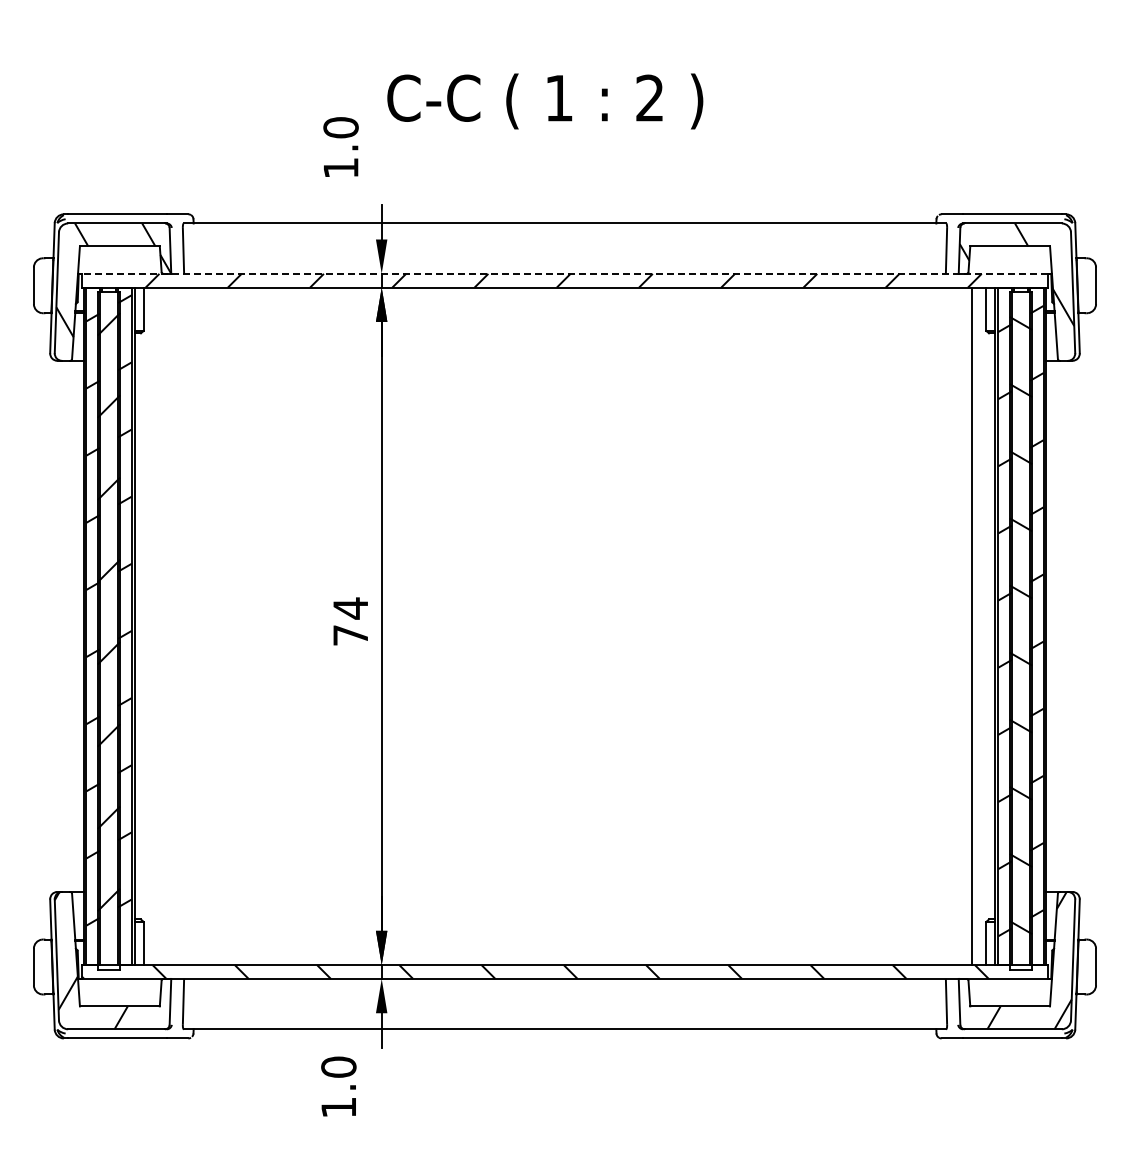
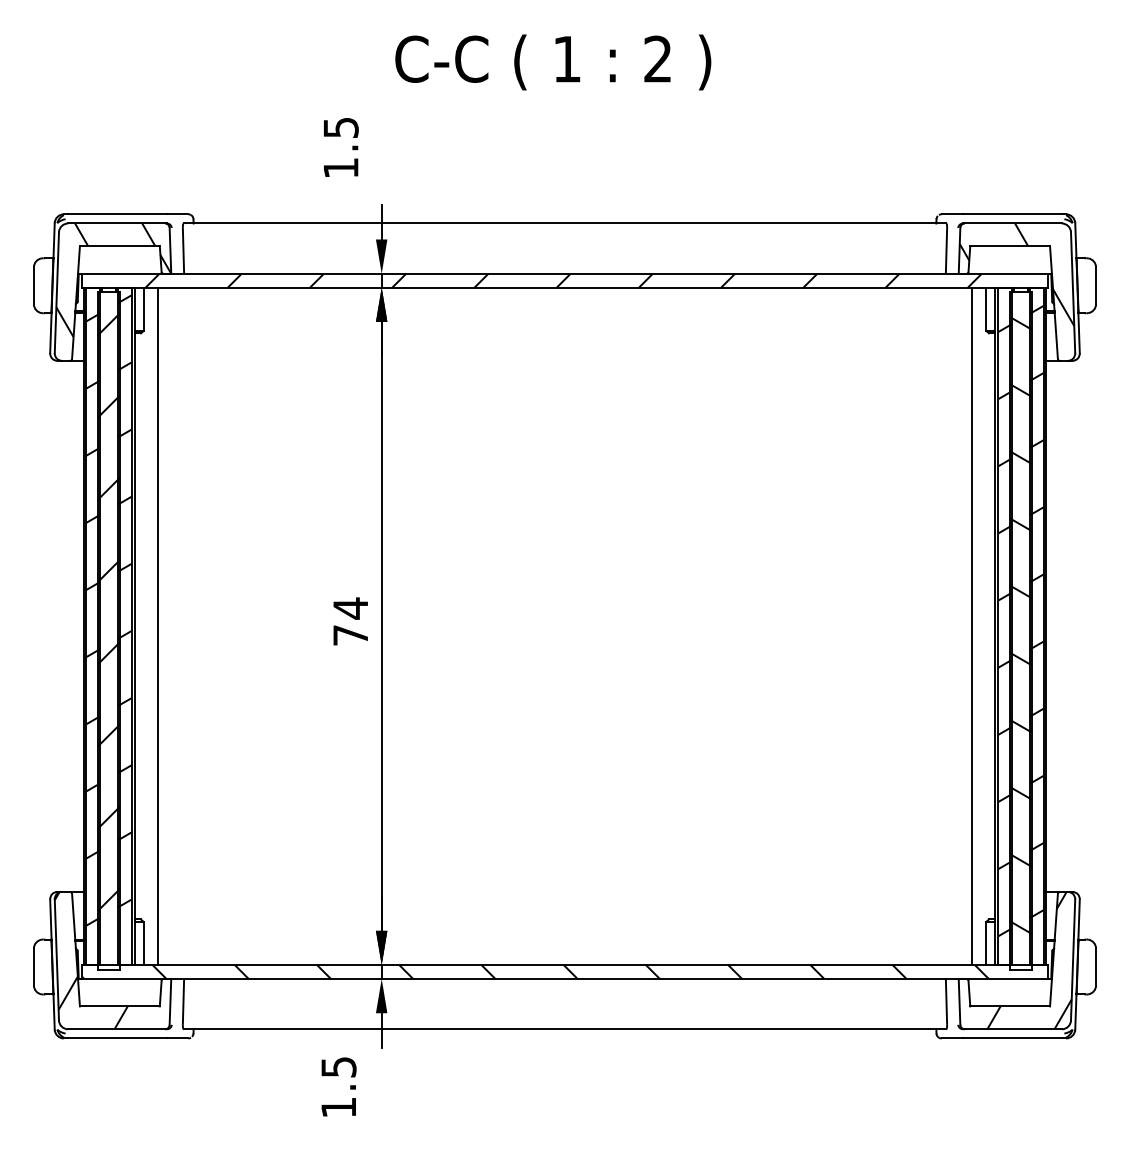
text at (545, 101) position: (545, 101) -> (553, 62)
text at (340, 127): 1.0 -> 1.5
line at (564, 273): dashed -> solid
line at (157, 626): none -> present
text at (338, 1066): 1.0 -> 1.5
